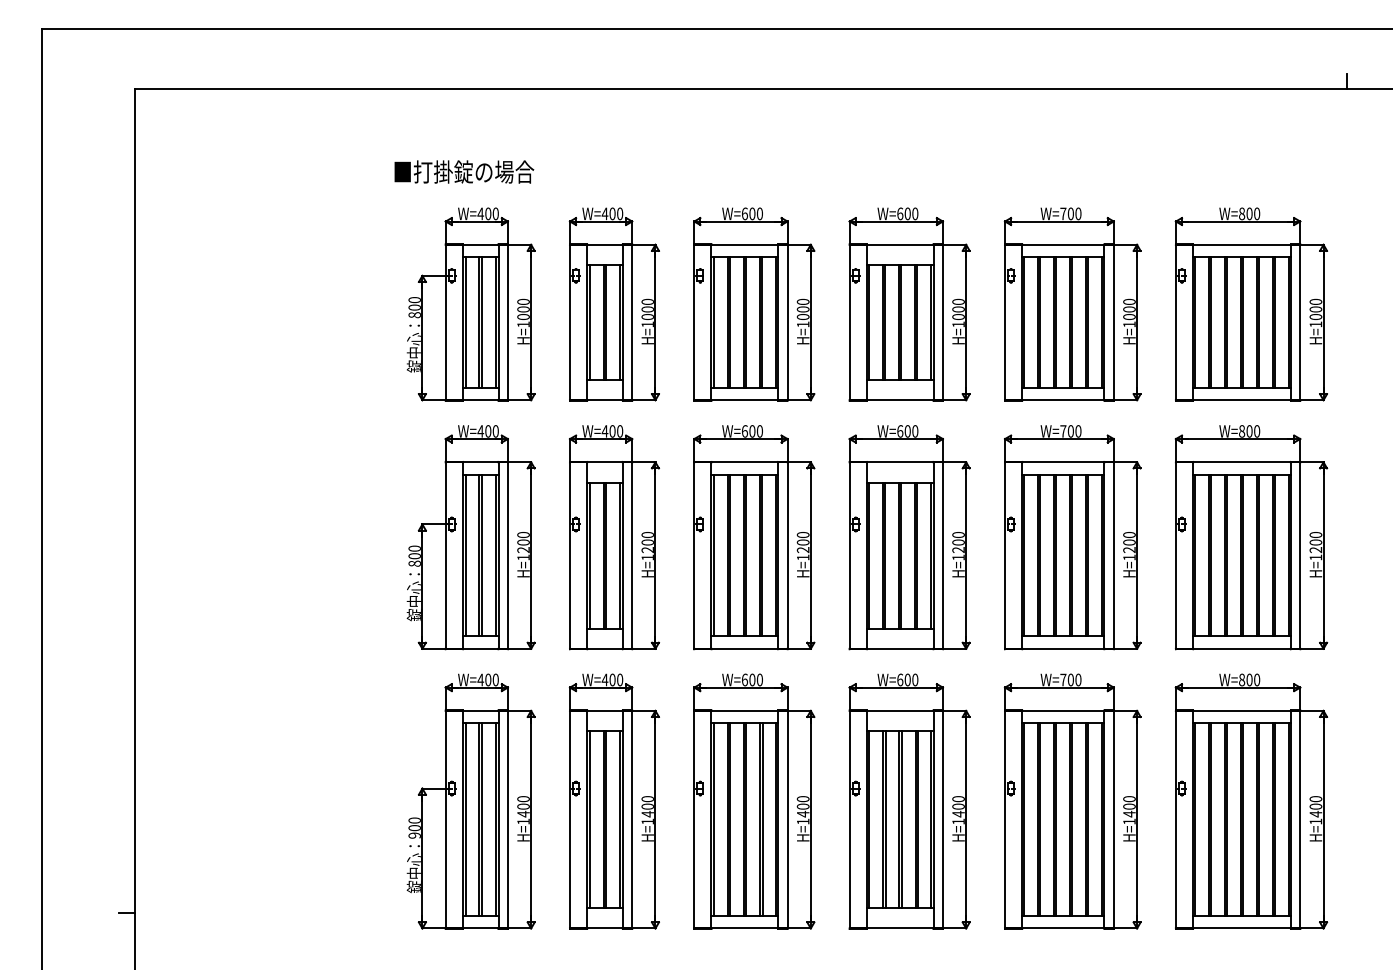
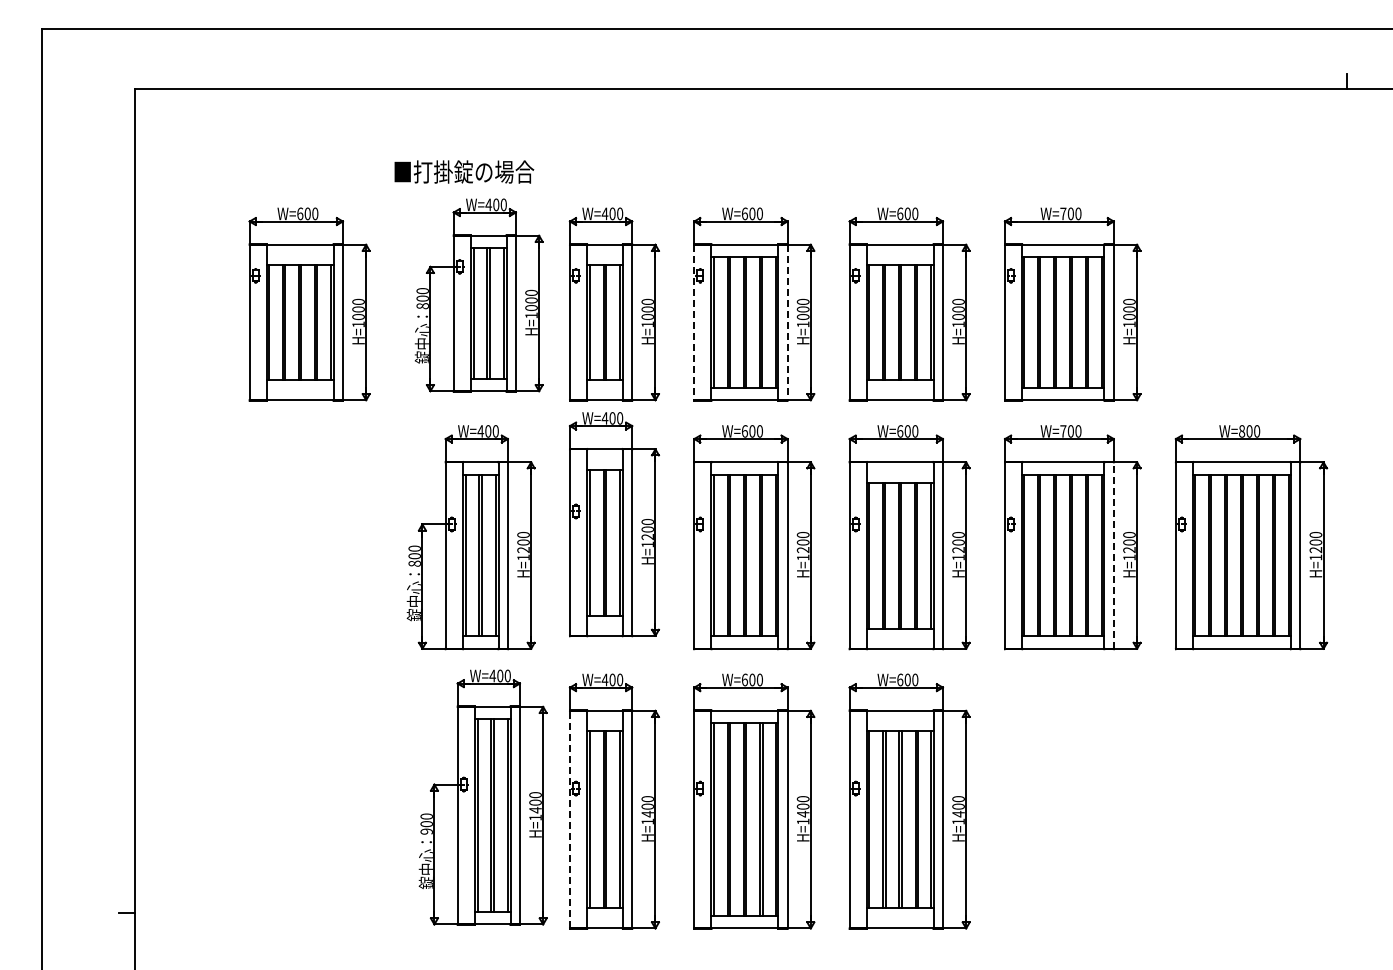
part at (309, 304): none -> present
part at (470, 304) position: (470, 304) -> (478, 295)
part at (1250, 304): present -> none
line at (694, 322): solid -> dashed
line at (787, 322): solid -> dashed
part at (614, 537) position: (614, 537) -> (614, 524)
line at (1113, 555): solid -> dashed
part at (470, 801) position: (470, 801) -> (482, 797)
part at (1072, 801): present -> none
part at (1251, 801): present -> none
line at (570, 819): solid -> dashed
